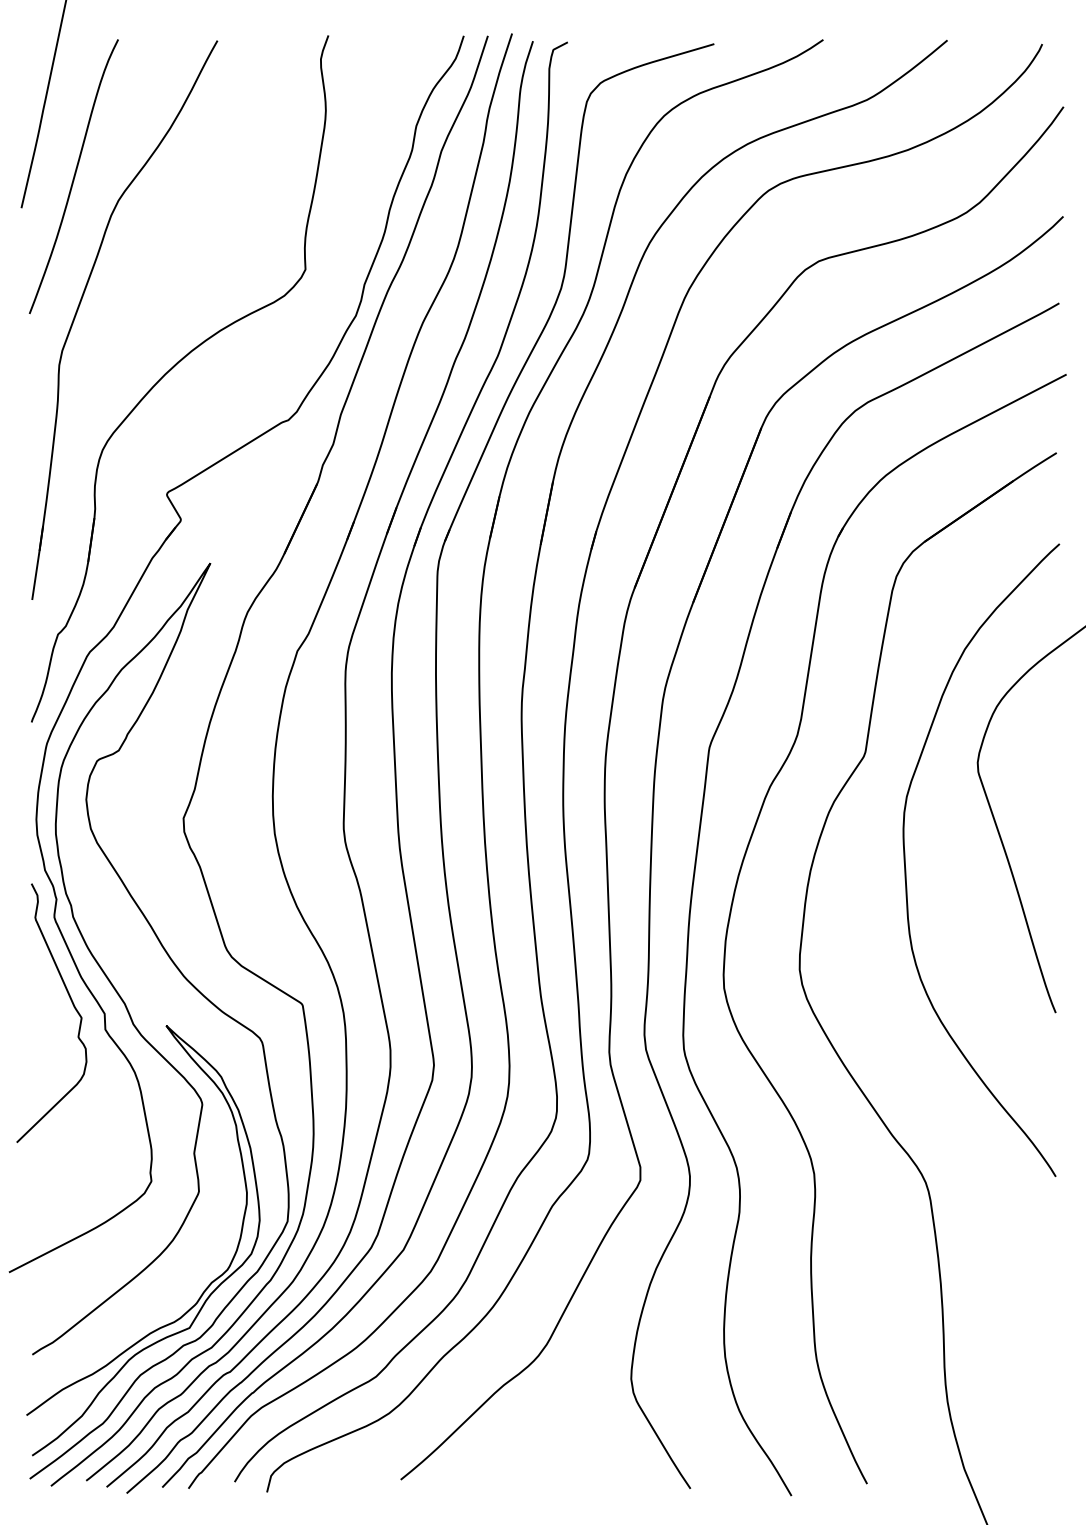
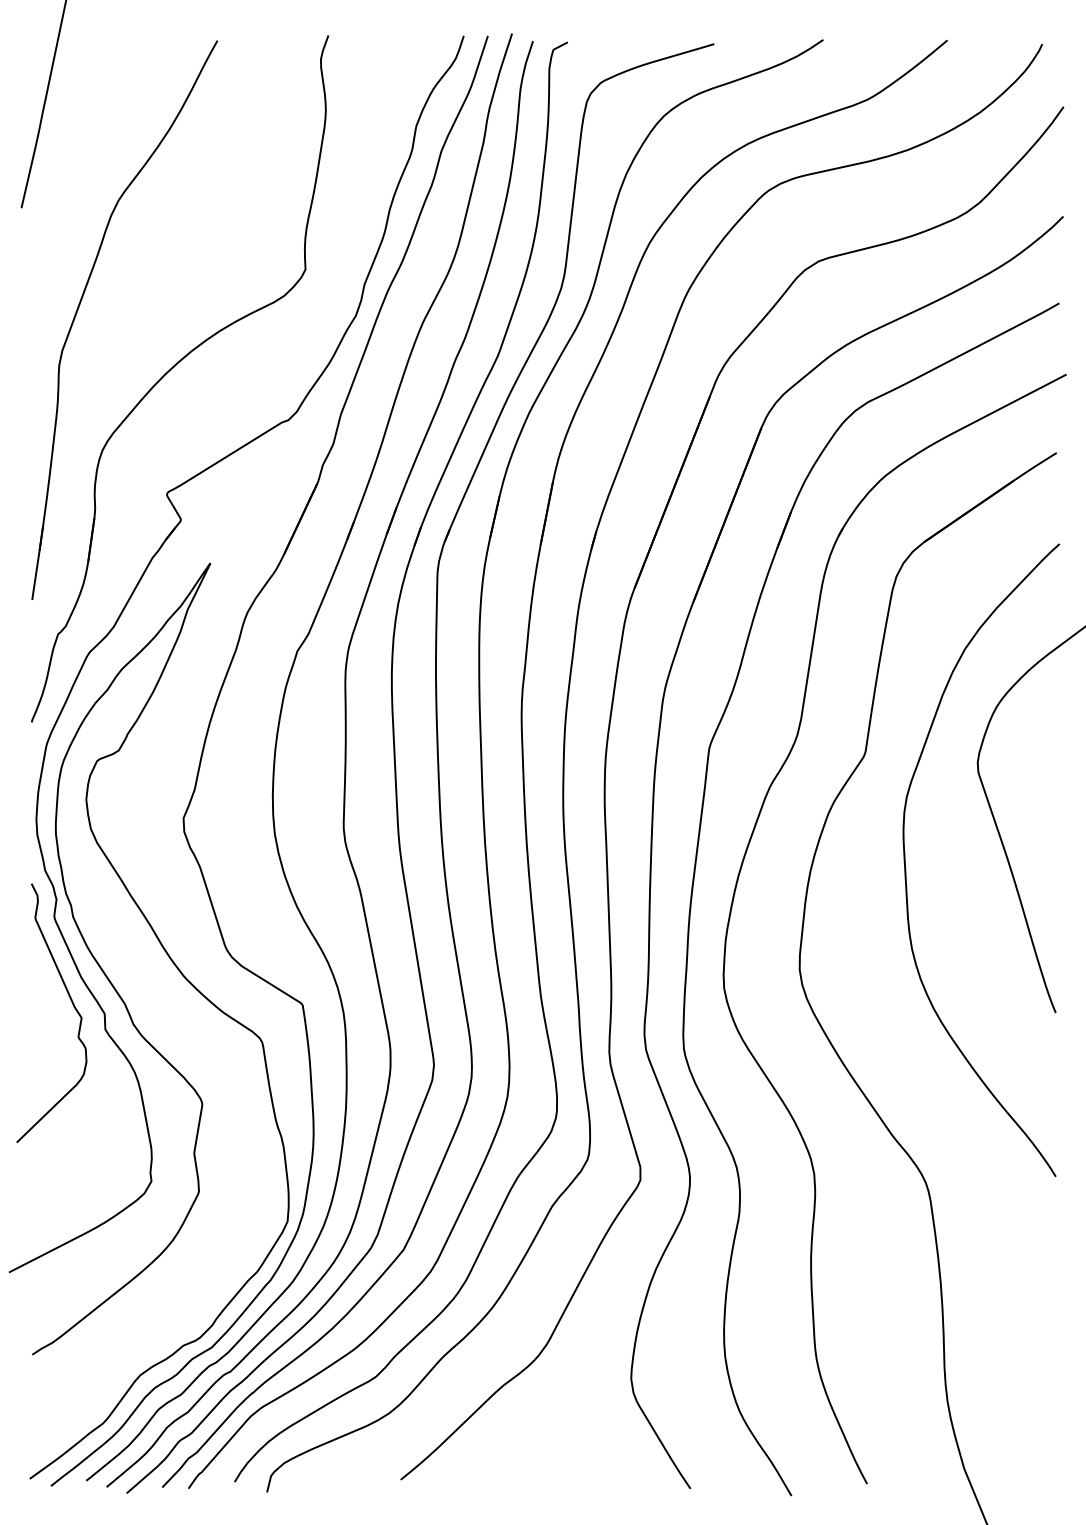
curve at (73, 176): present -> none
curve at (204, 1289): present -> none
